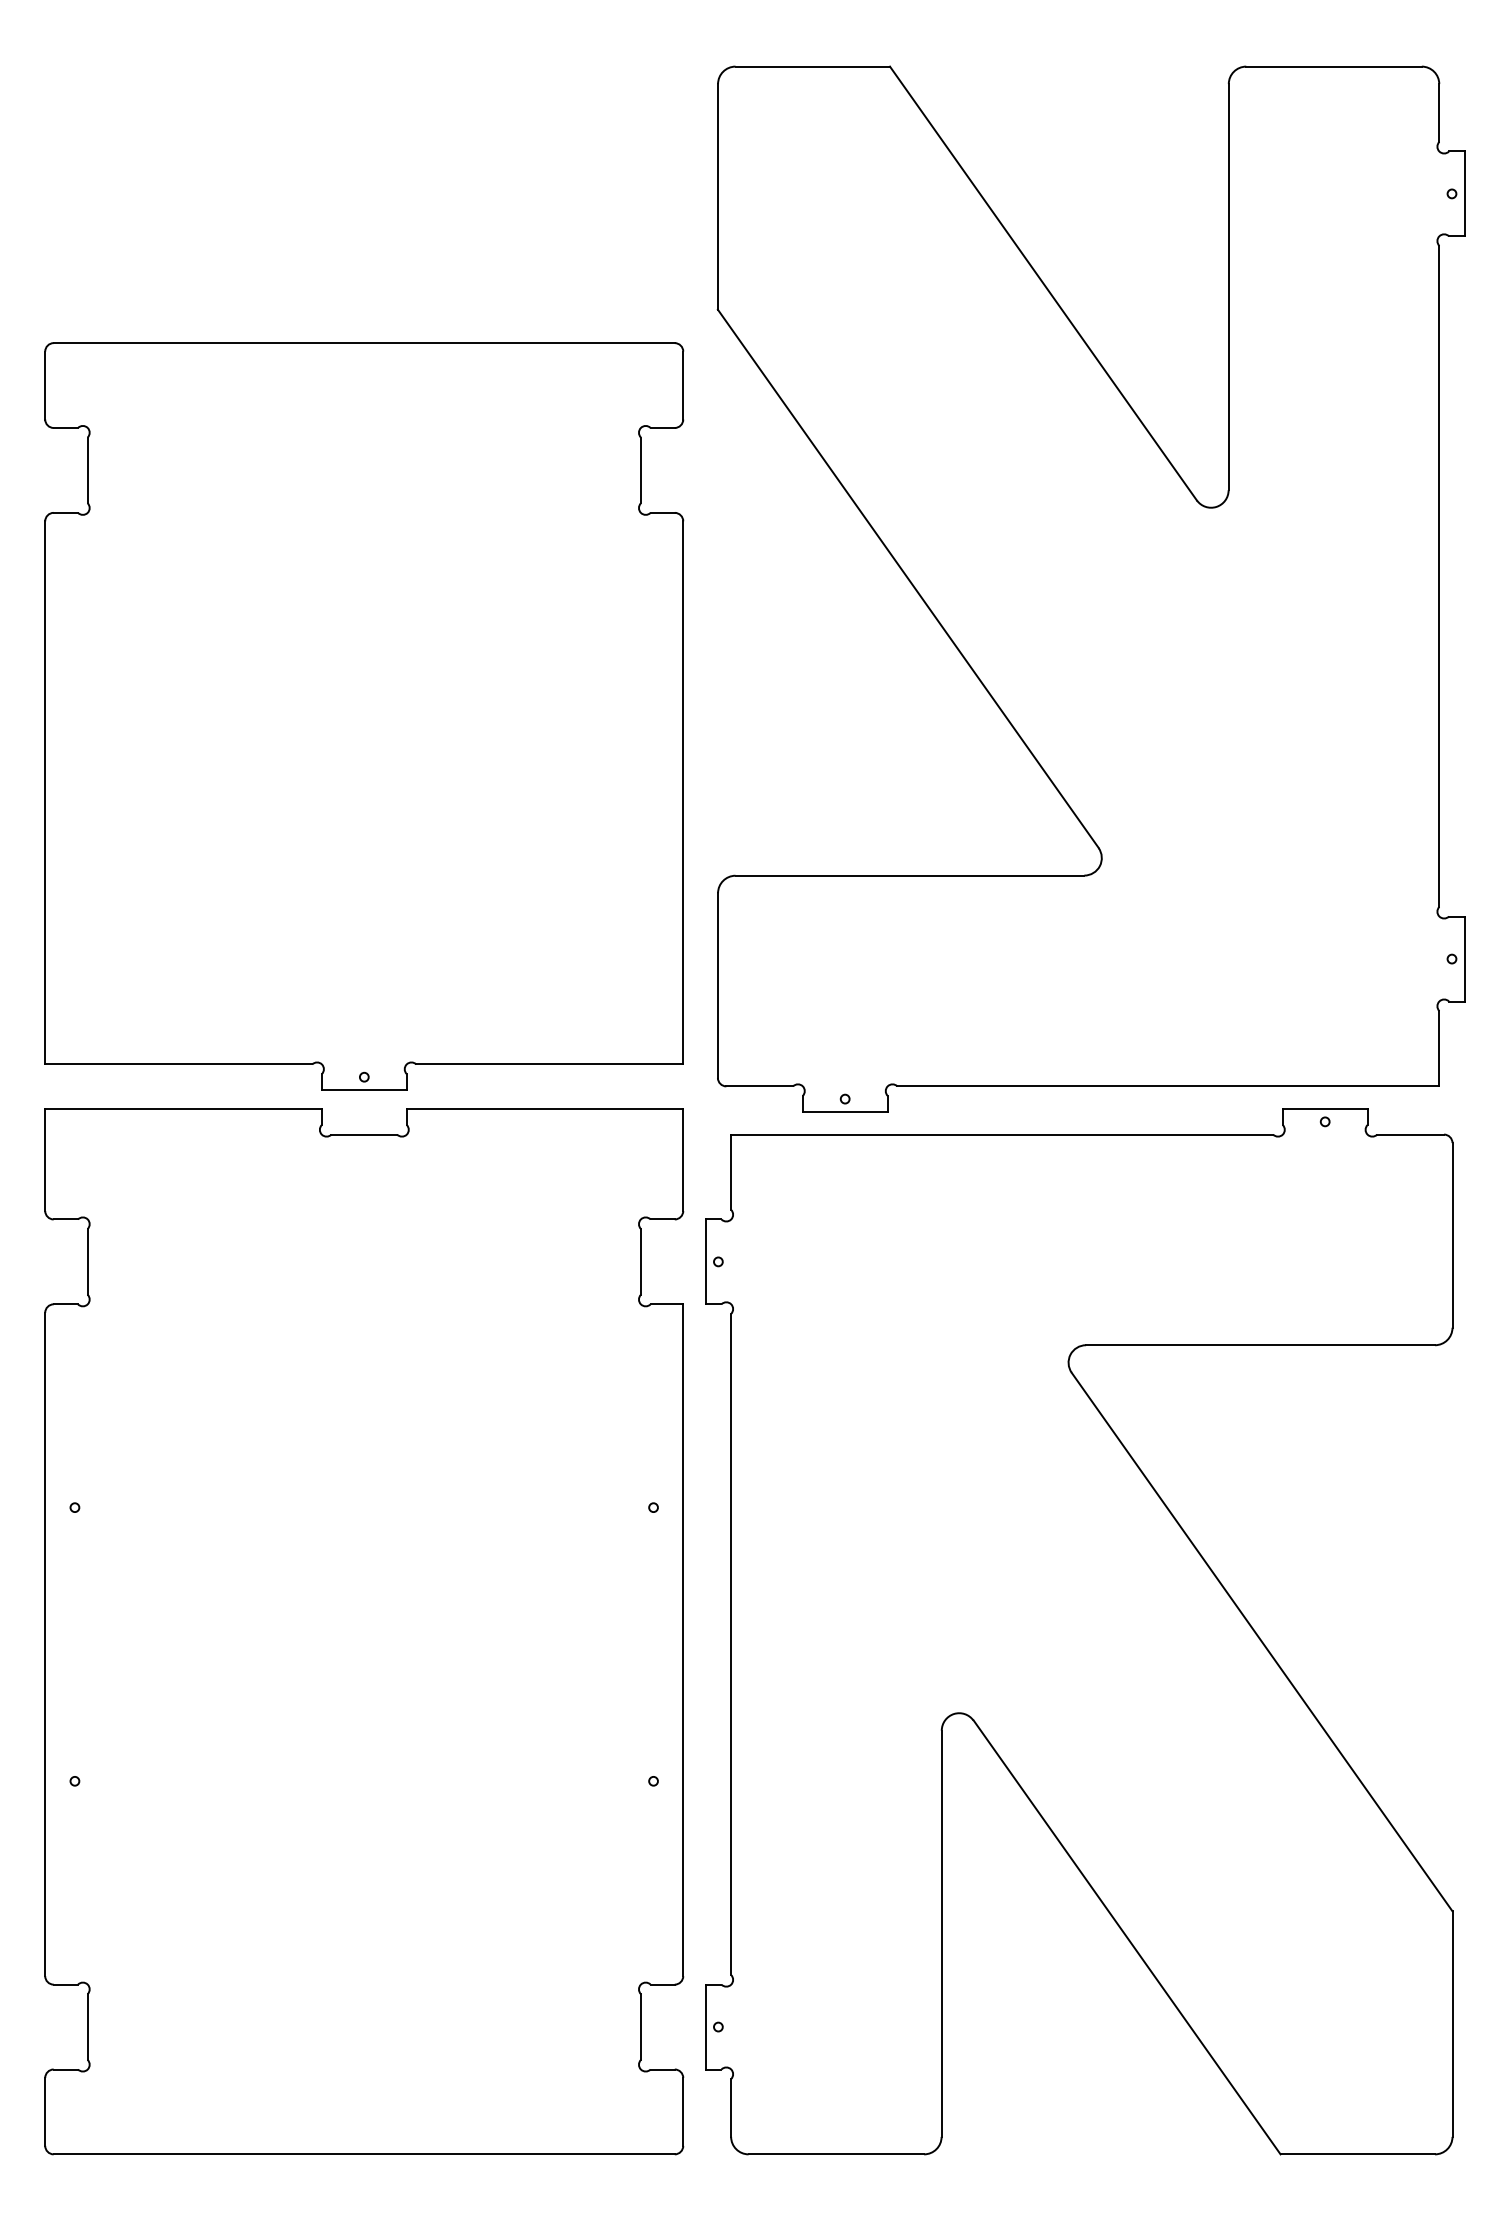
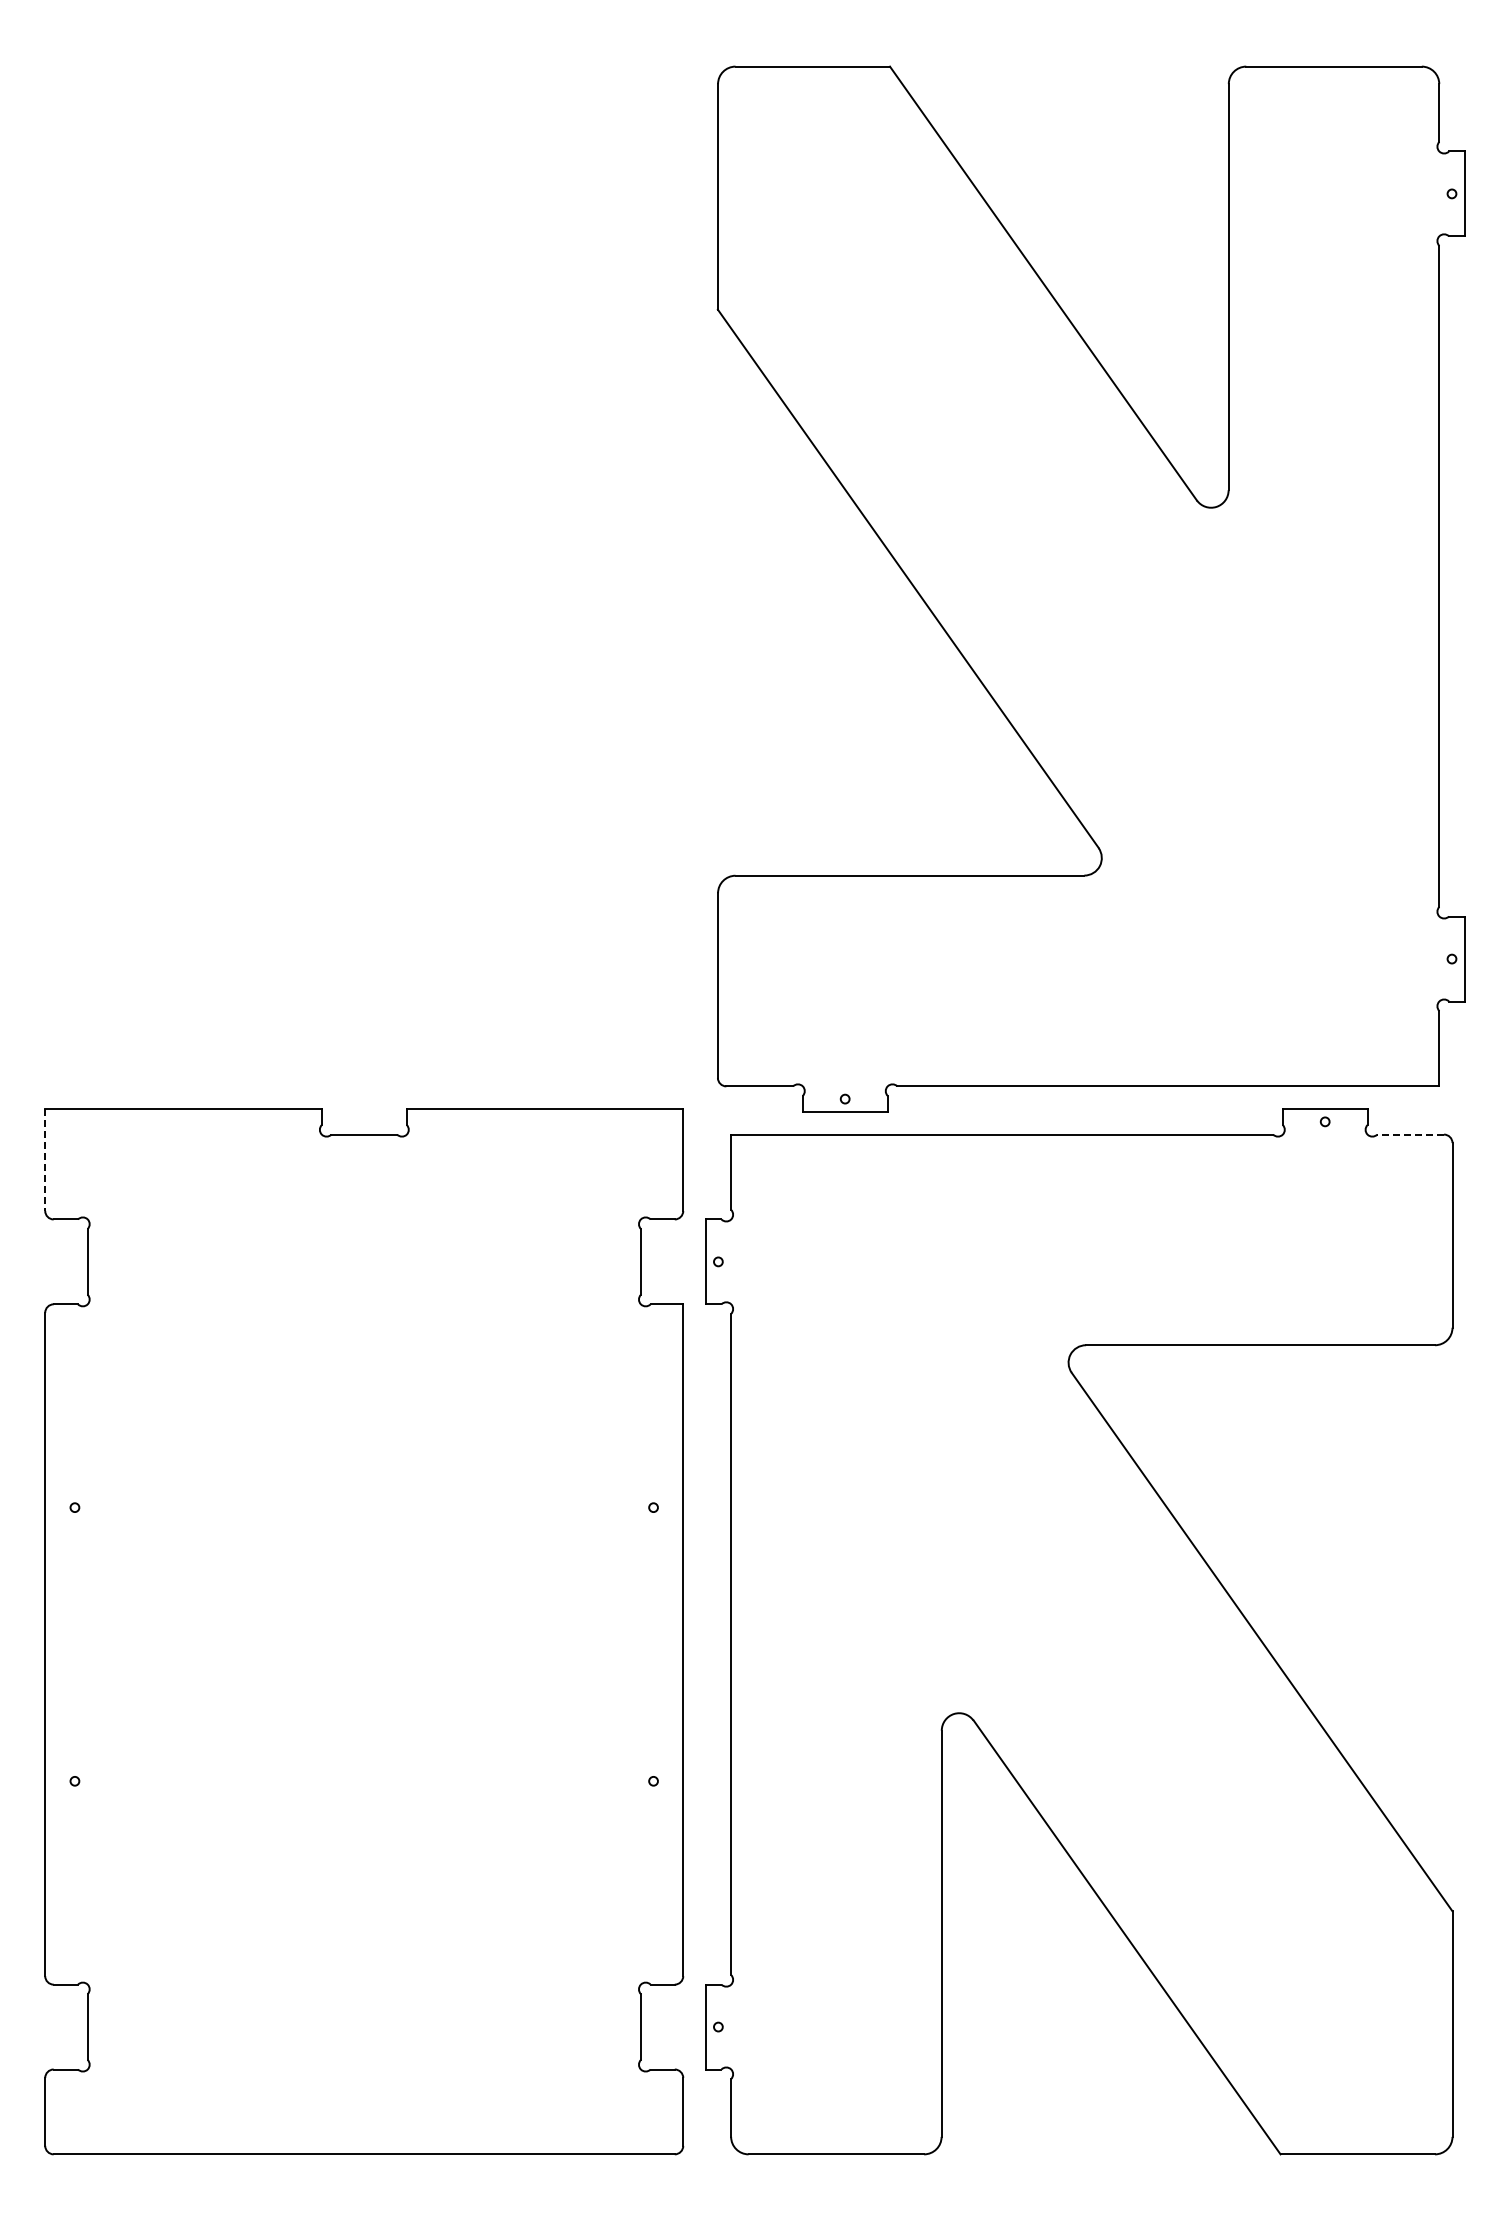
part at (364, 716): present -> none
line at (1410, 1134): solid -> dashed
line at (45, 1160): solid -> dashed
